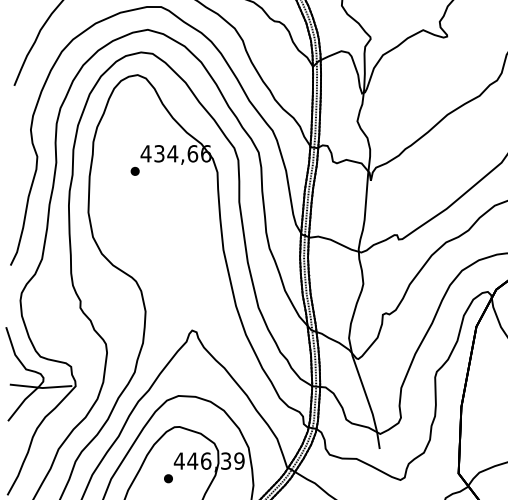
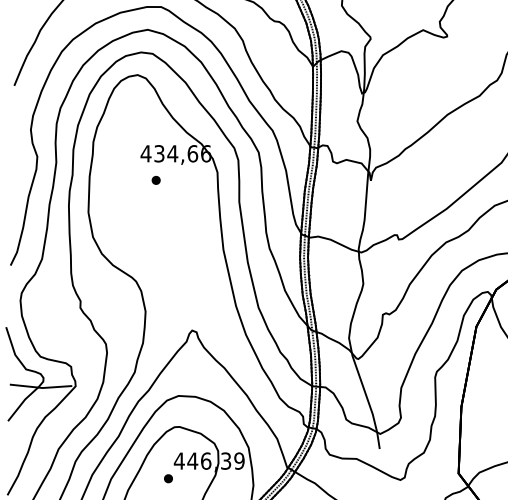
part at (134, 170) position: (134, 170) -> (155, 179)
